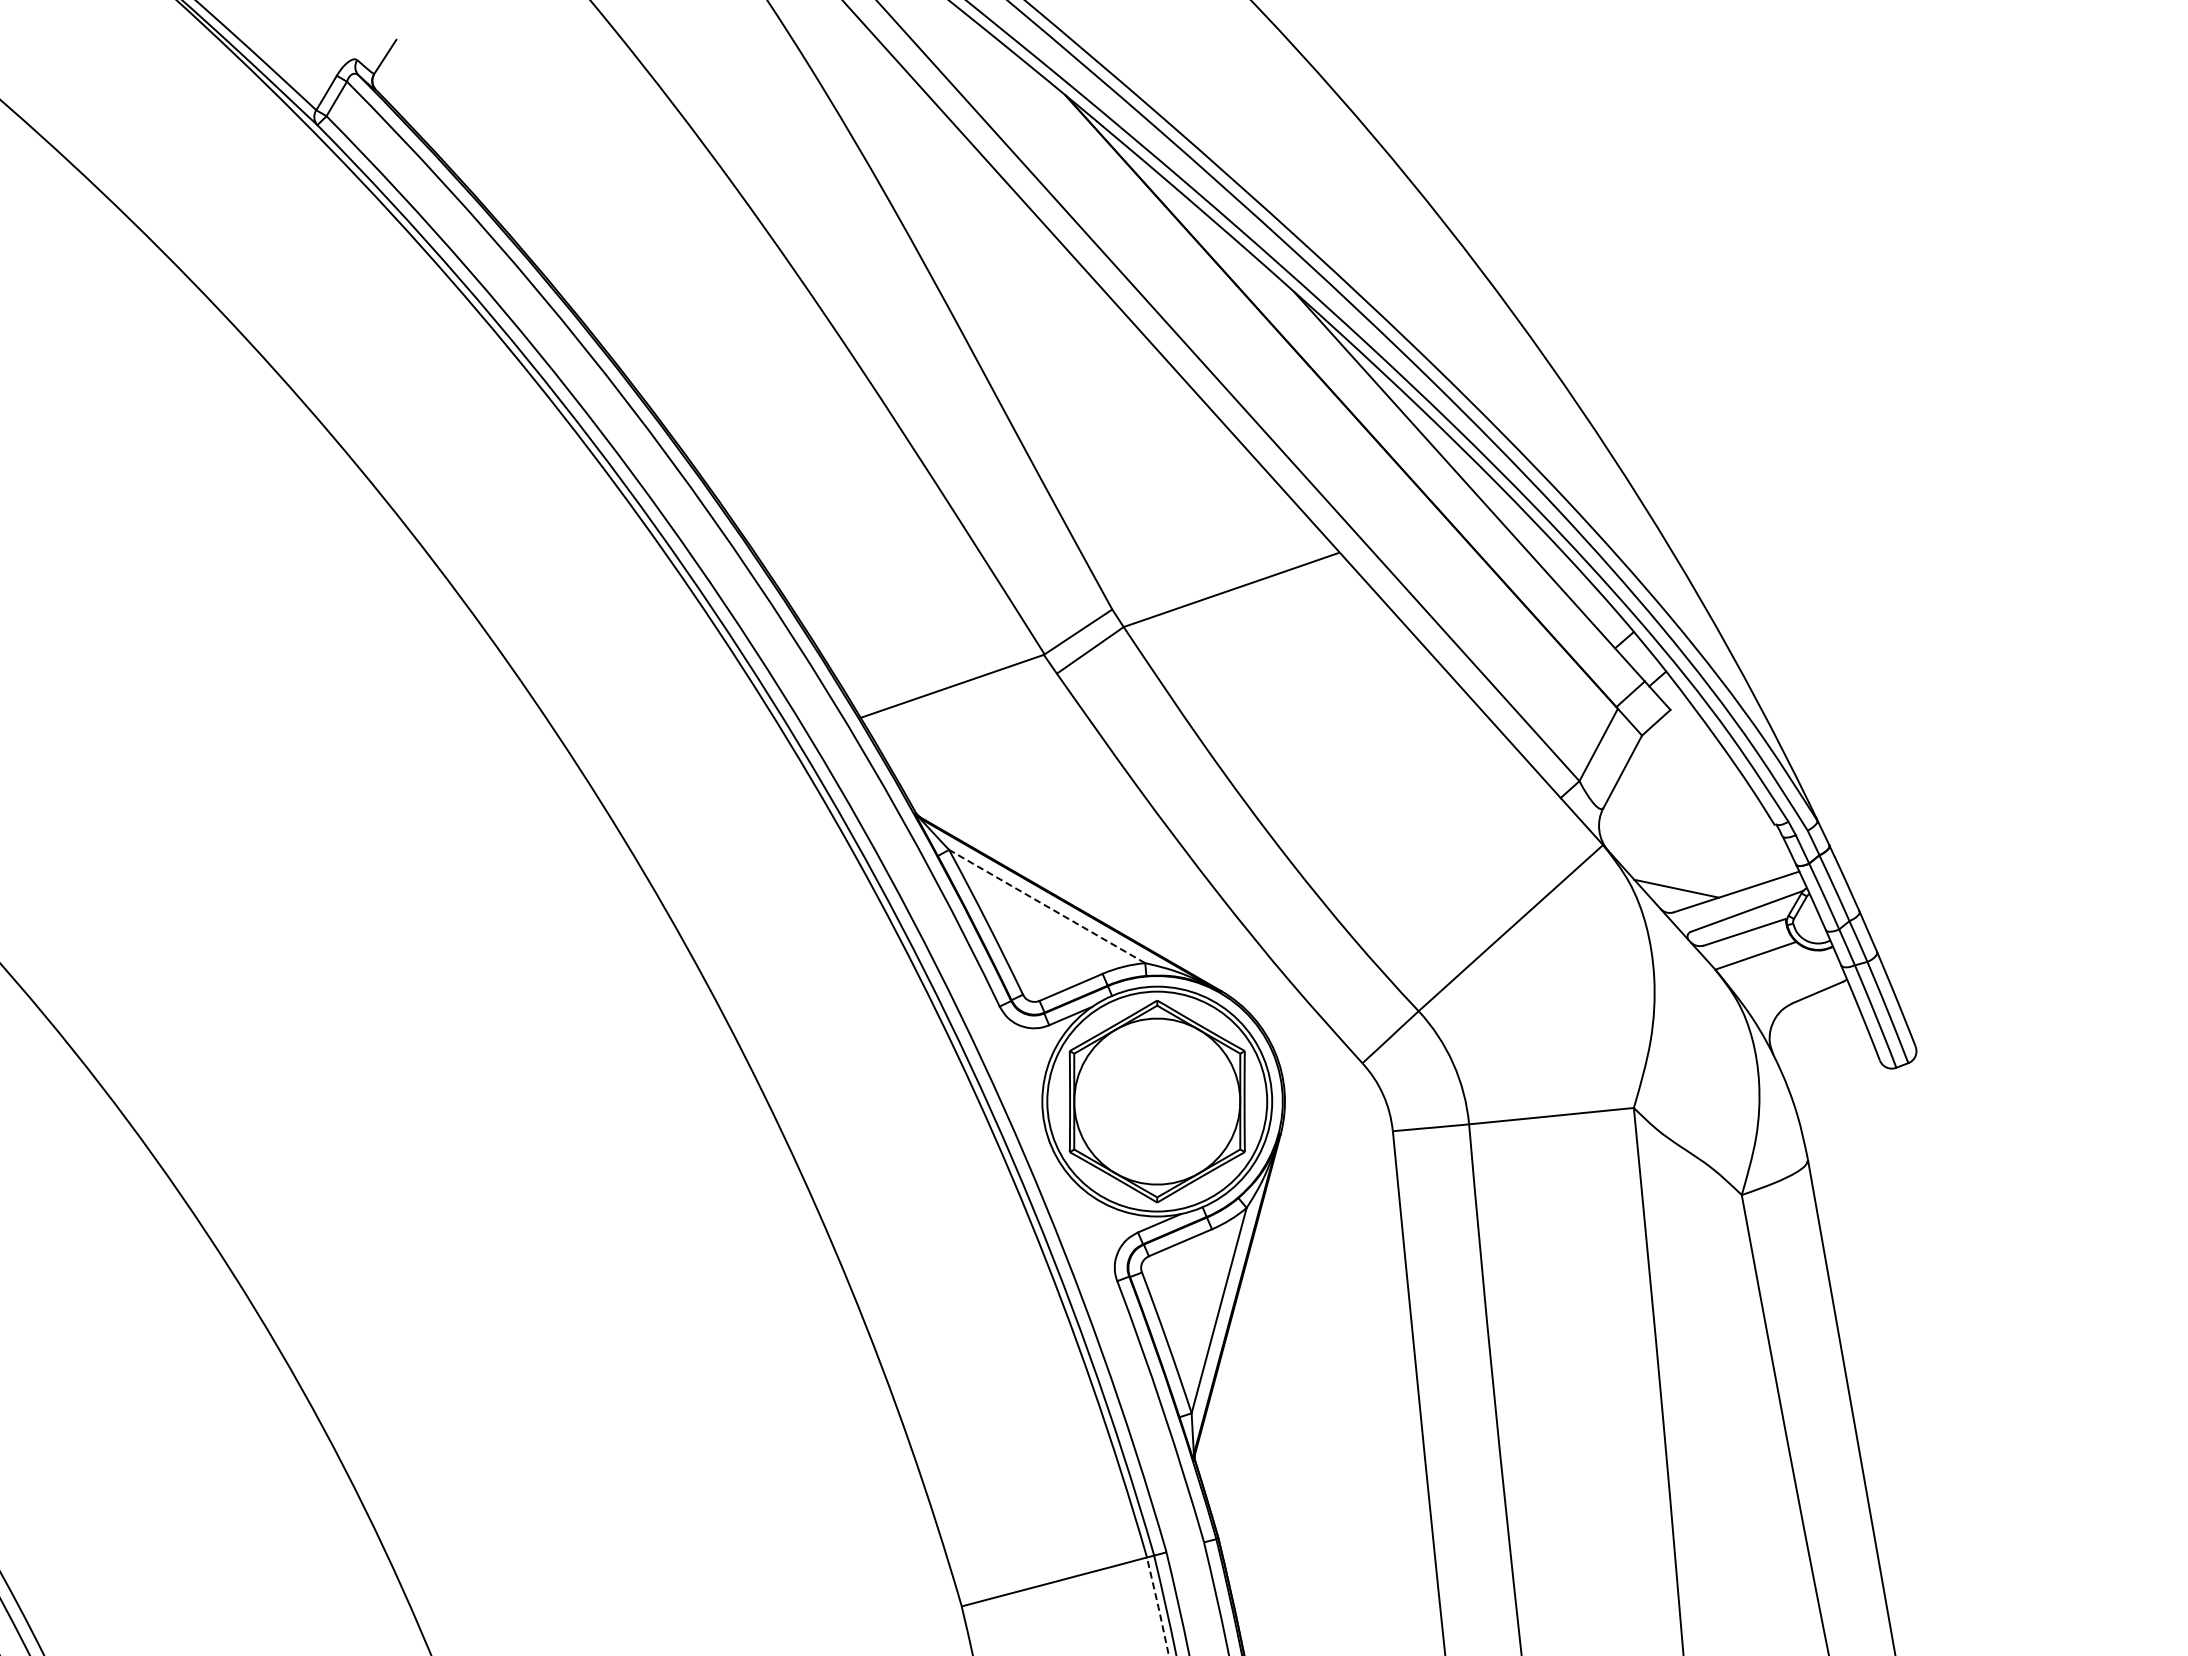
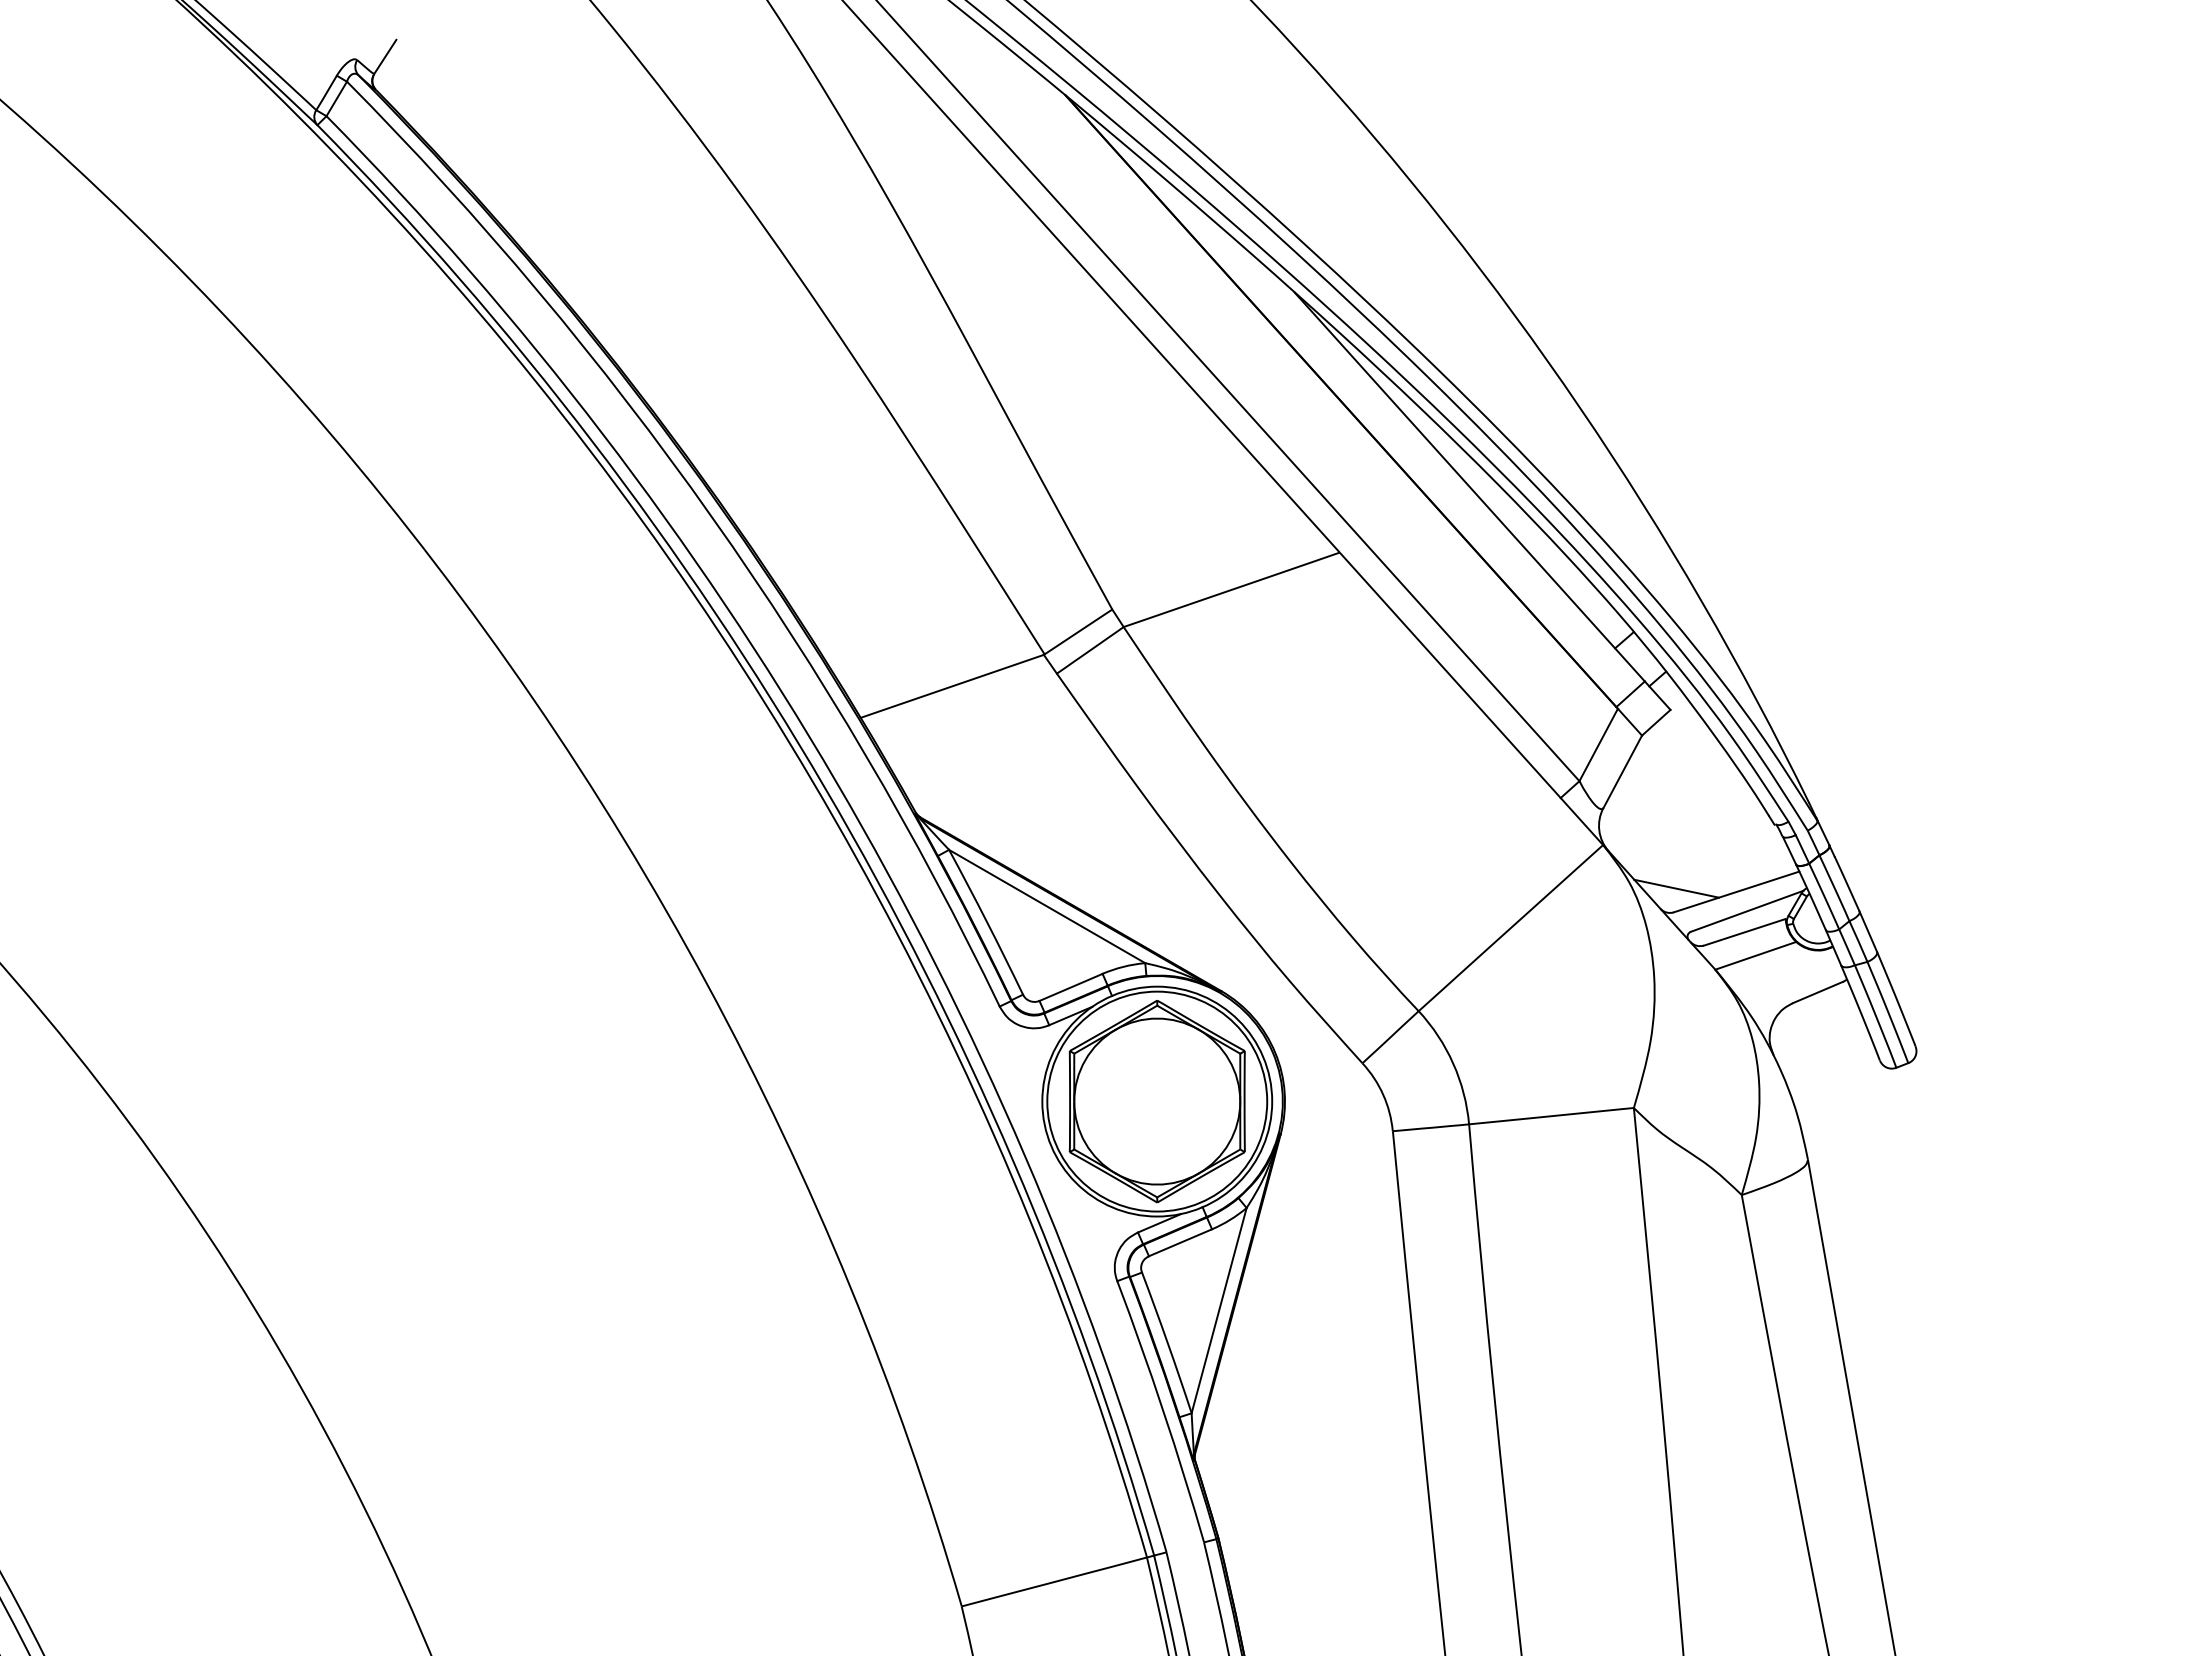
line at (1046, 906): dashed -> solid
arc at (1158, 1606): dashed -> solid
